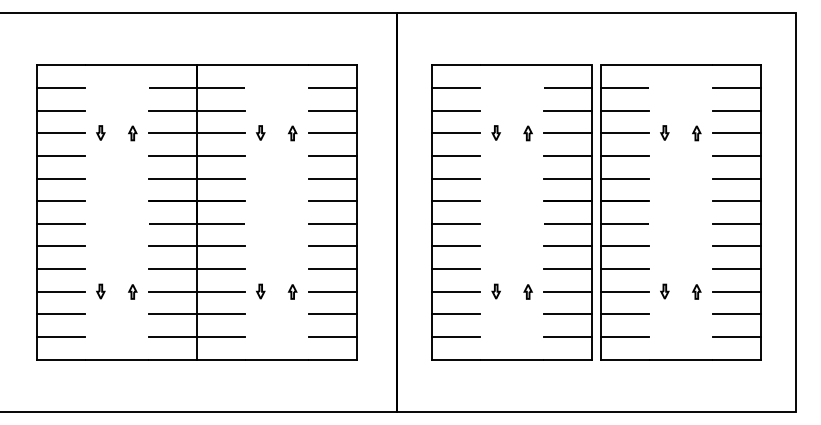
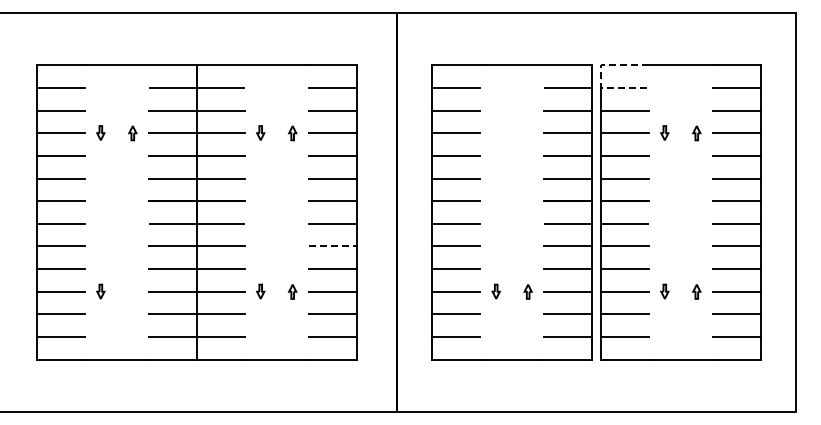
line at (600, 77): solid -> dashed
part at (495, 132): present -> none
part at (527, 133): present -> none
line at (332, 246): solid -> dashed
part at (132, 291): present -> none
